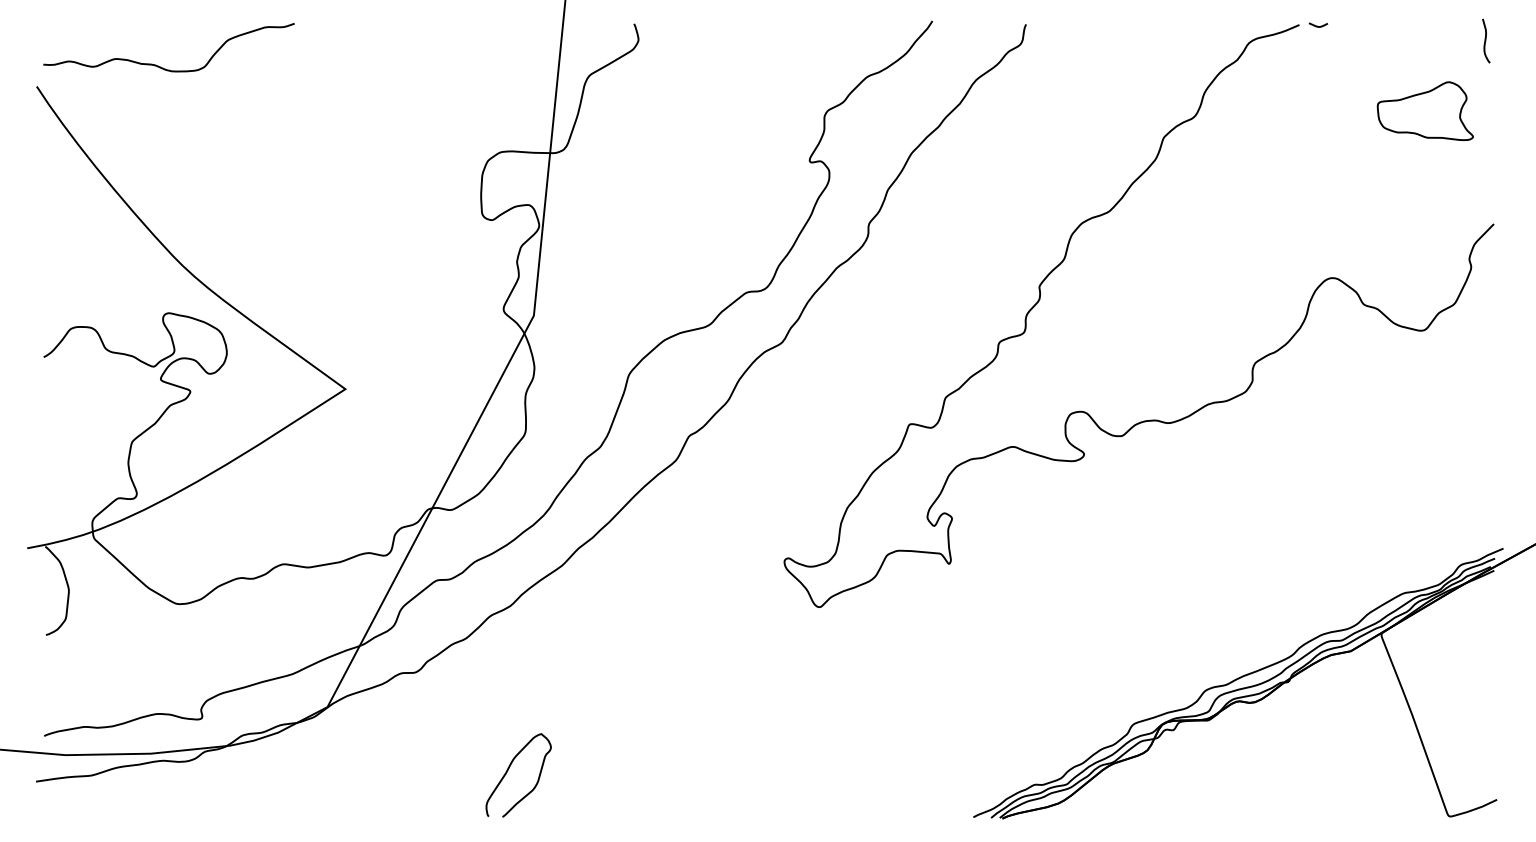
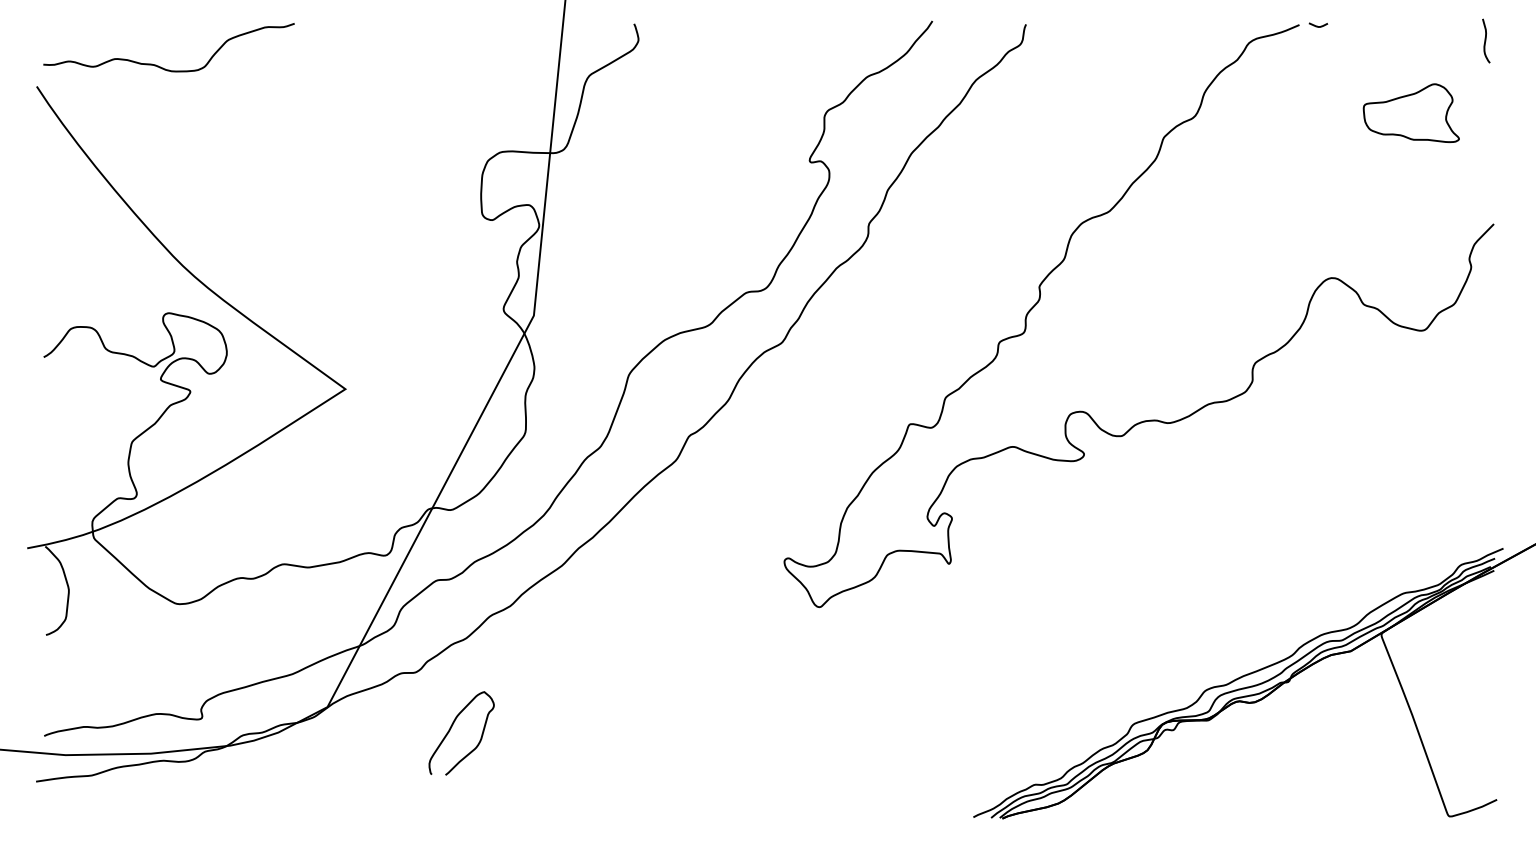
part at (1424, 111) position: (1424, 111) -> (1410, 113)
curve at (508, 770) position: (508, 770) -> (451, 728)
